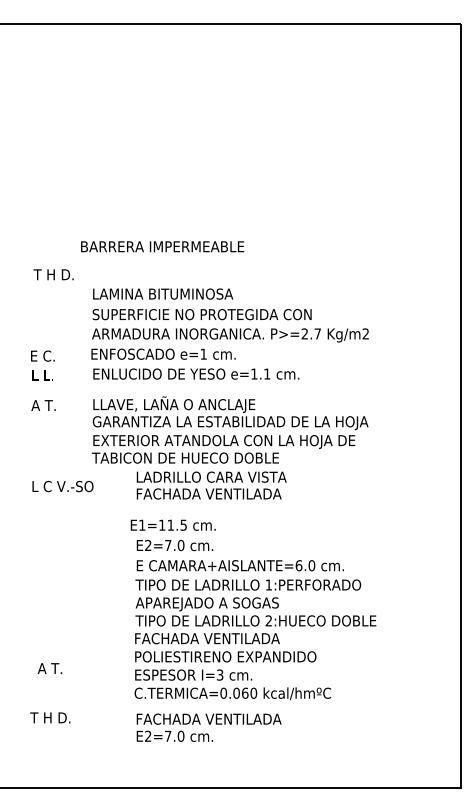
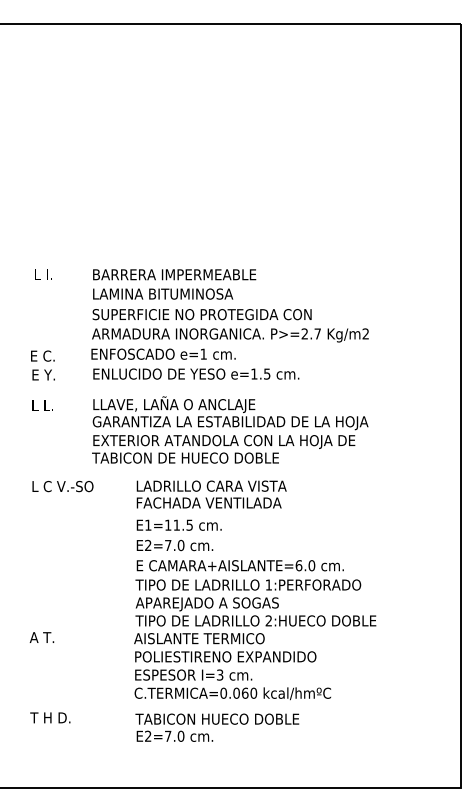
text at (162, 246) position: (162, 246) -> (174, 274)
text at (53, 274): T H D. -> L I.
text at (267, 373): e=1.1 -> e=1.5
text at (43, 374): L L. -> E Y.
text at (43, 405): A T. -> L L.
text at (211, 485) position: (211, 485) -> (211, 494)
text at (172, 524) position: (172, 524) -> (178, 524)
text at (206, 638): FACHADA VENTILADA -> AISLANTE TERMICO
text at (49, 668) position: (49, 668) -> (41, 637)
text at (217, 718): FACHADA VENTILADA -> TABICON HUECO DOBLE
